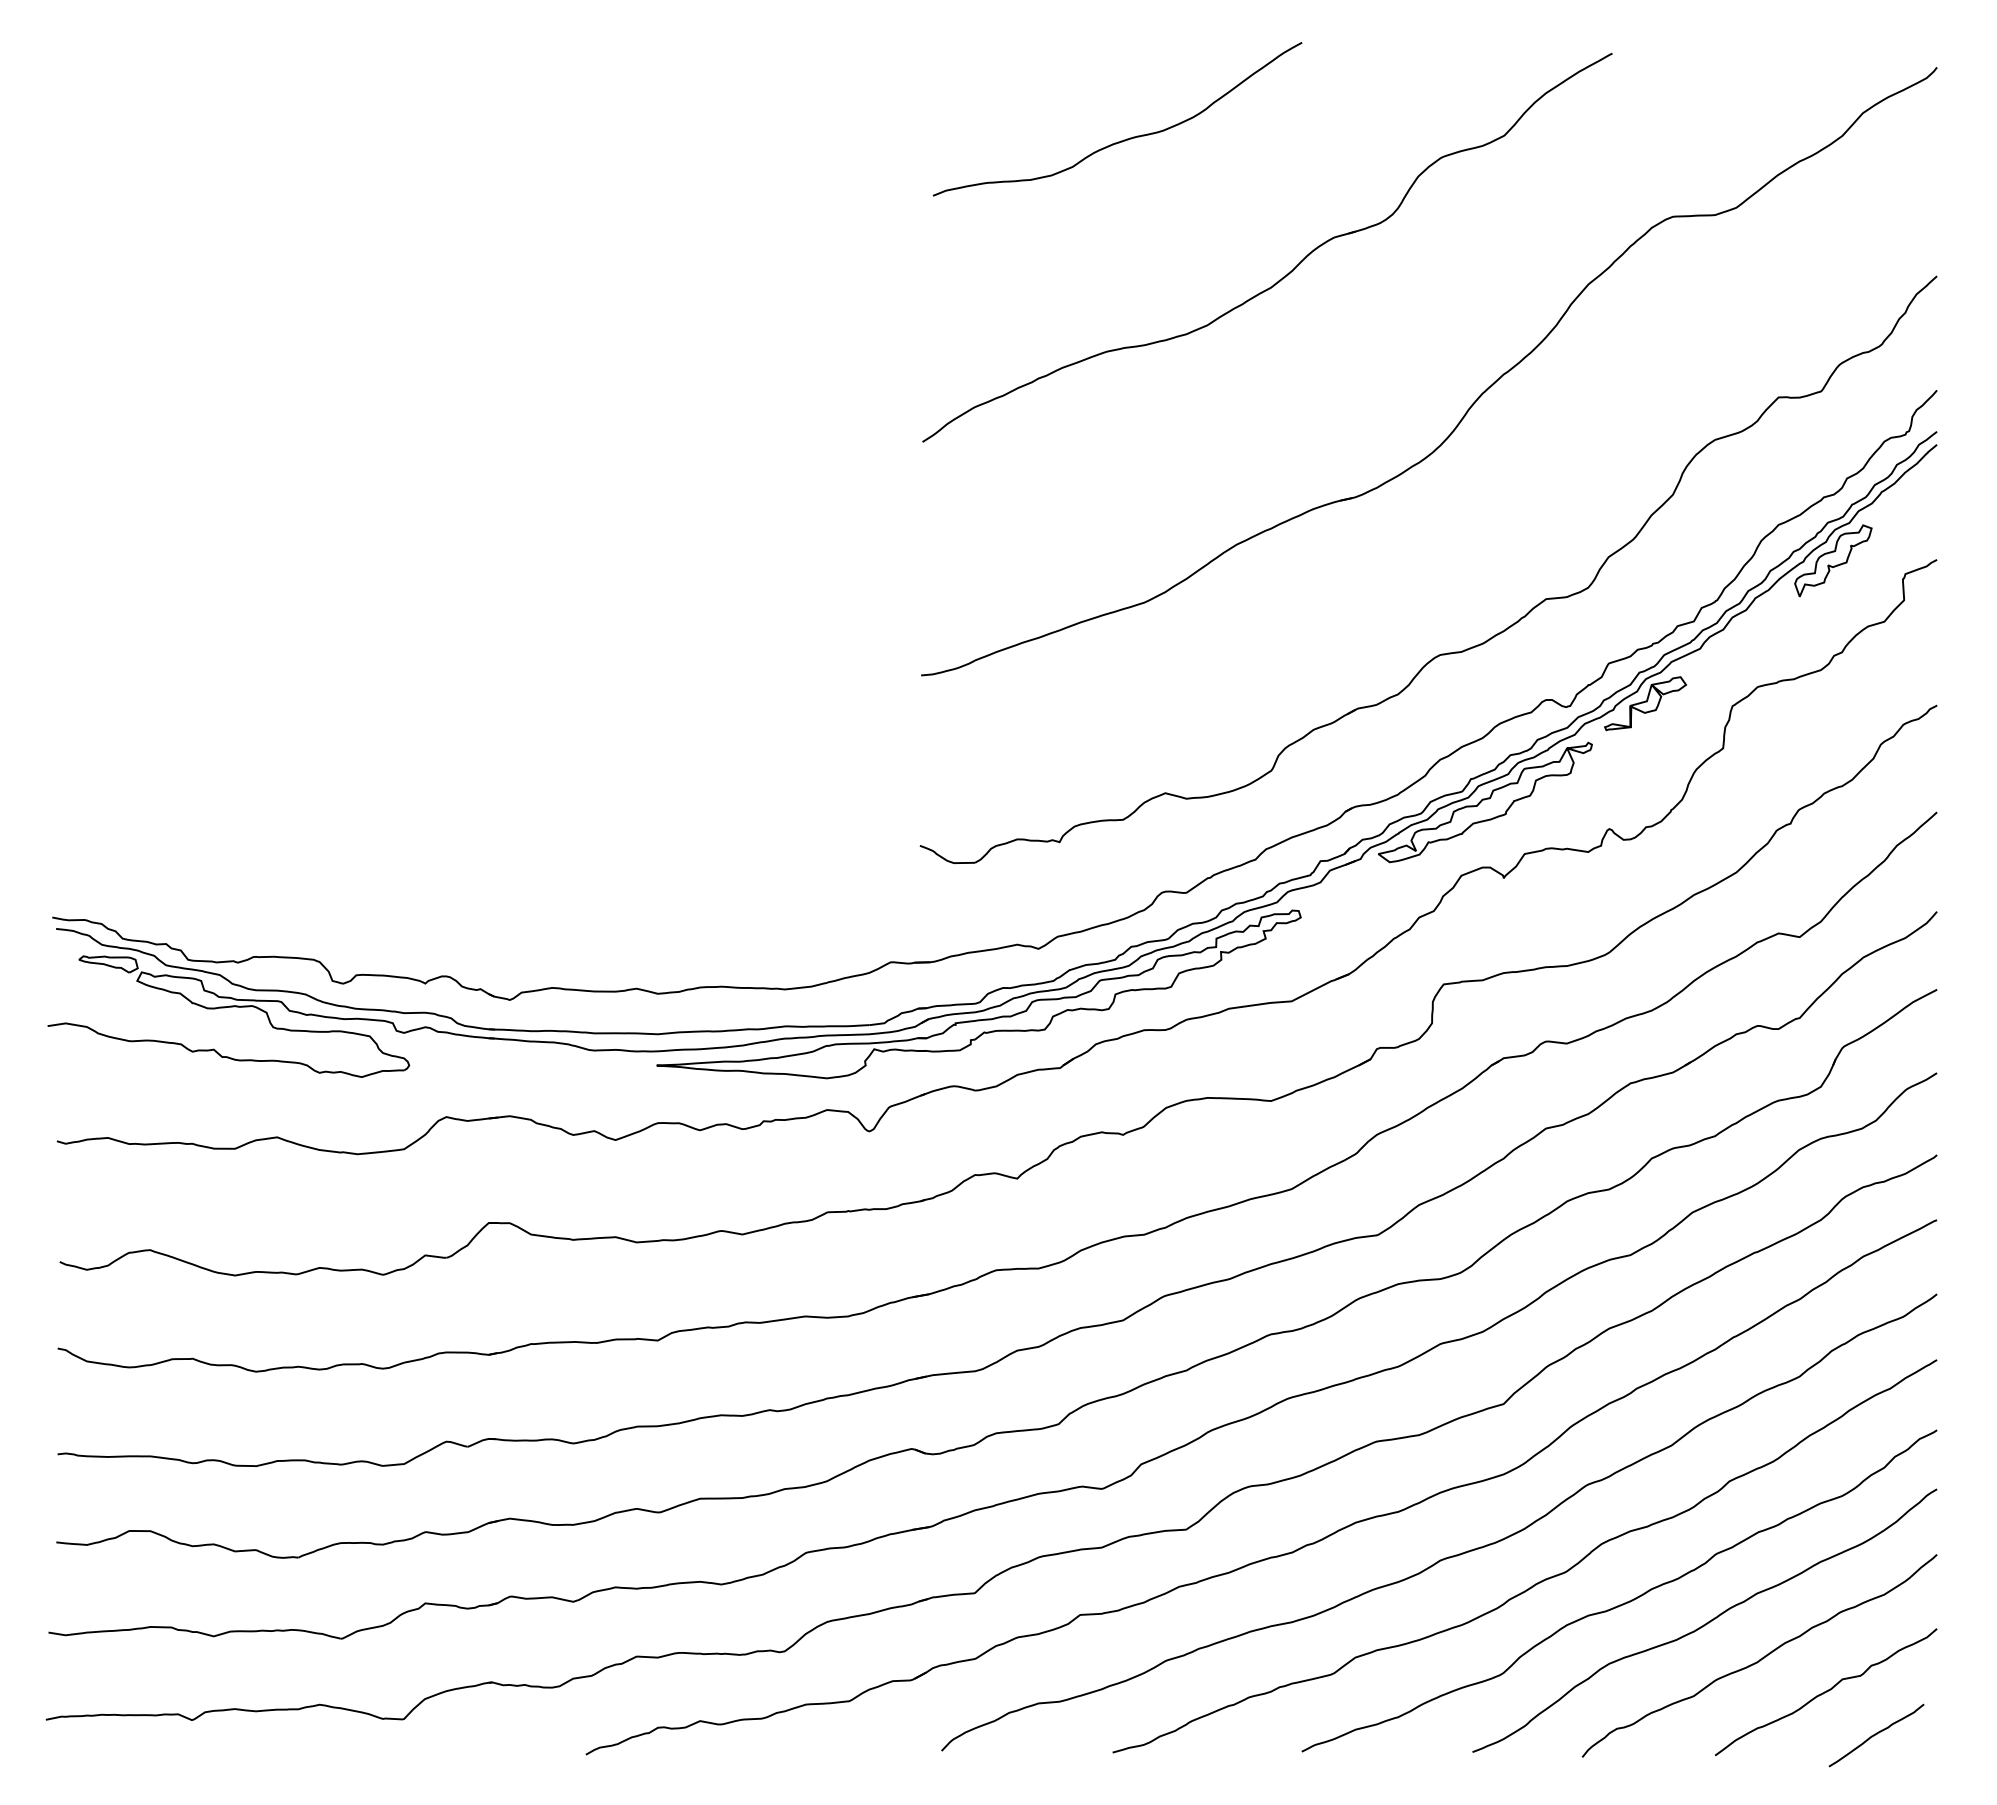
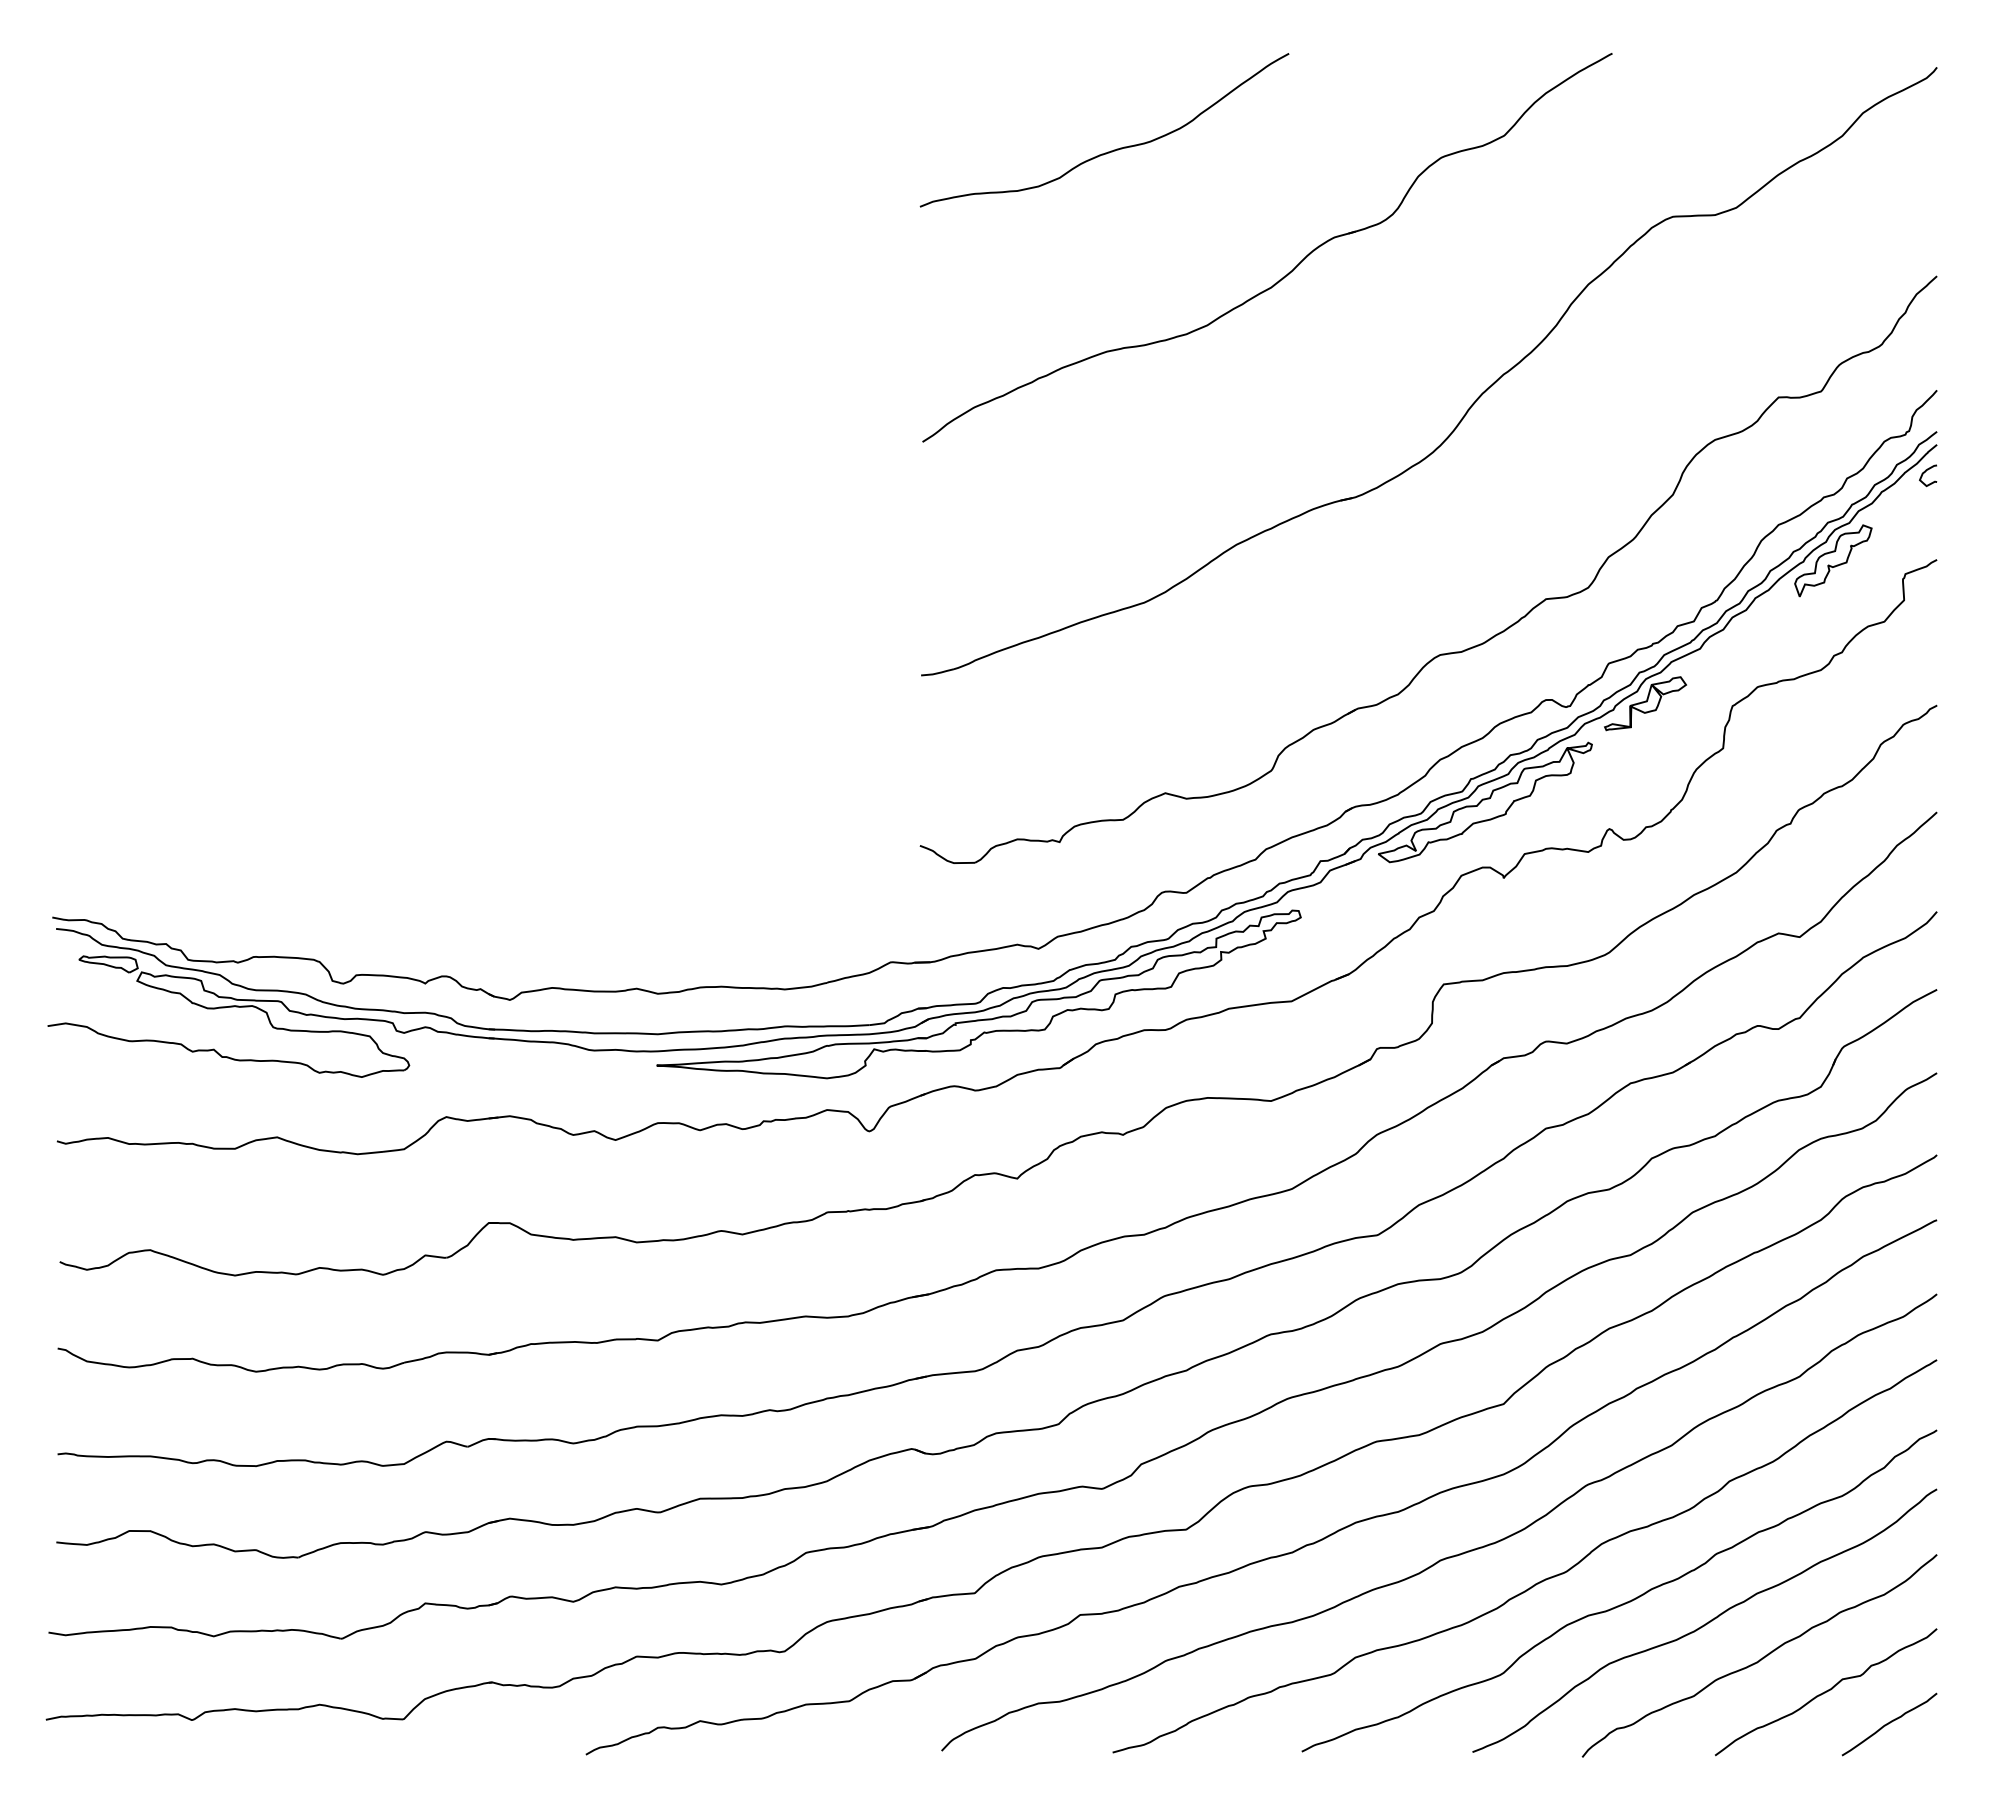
curve at (1124, 139) position: (1124, 139) -> (1111, 150)
curve at (1925, 472): none -> present
curve at (1876, 1734) position: (1876, 1734) -> (1889, 1723)
